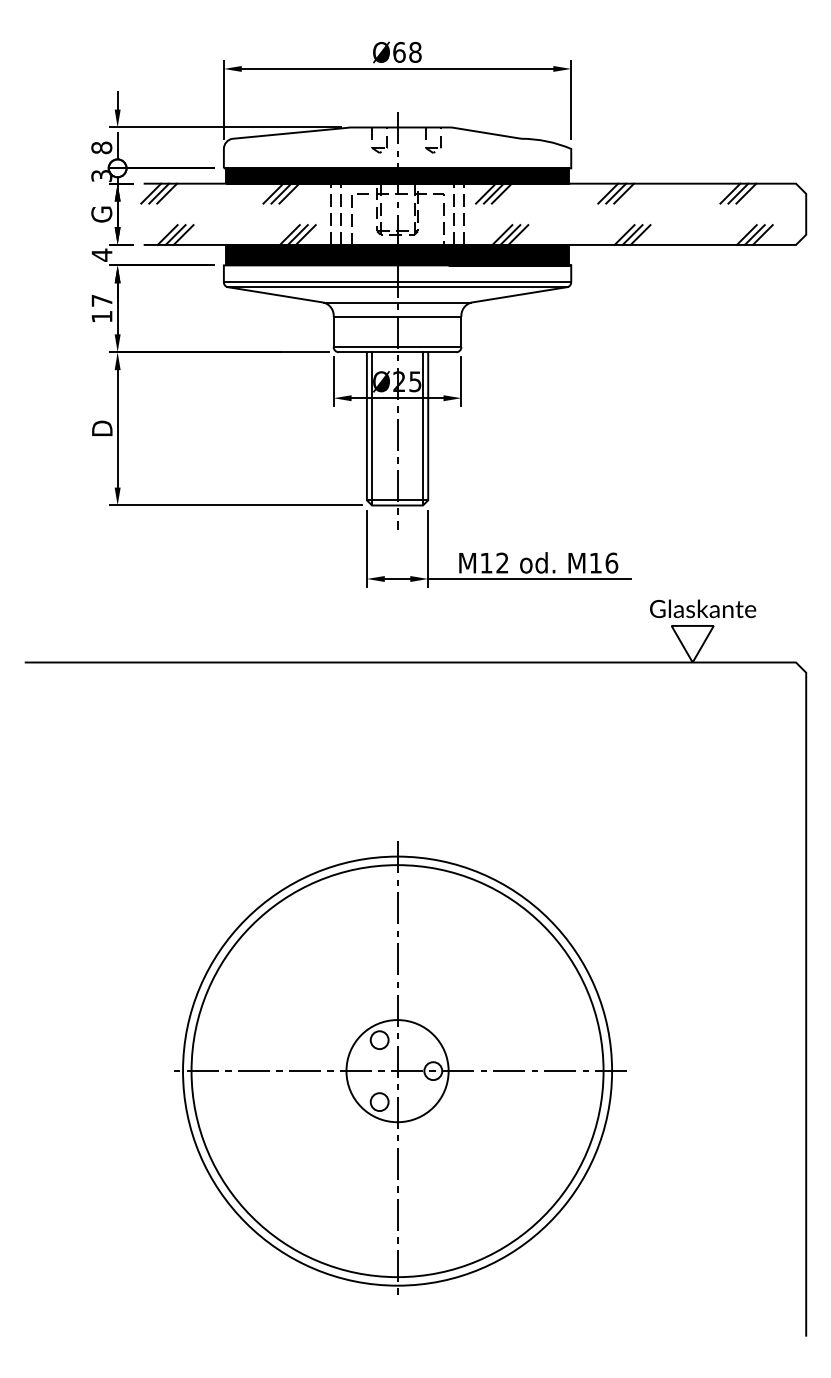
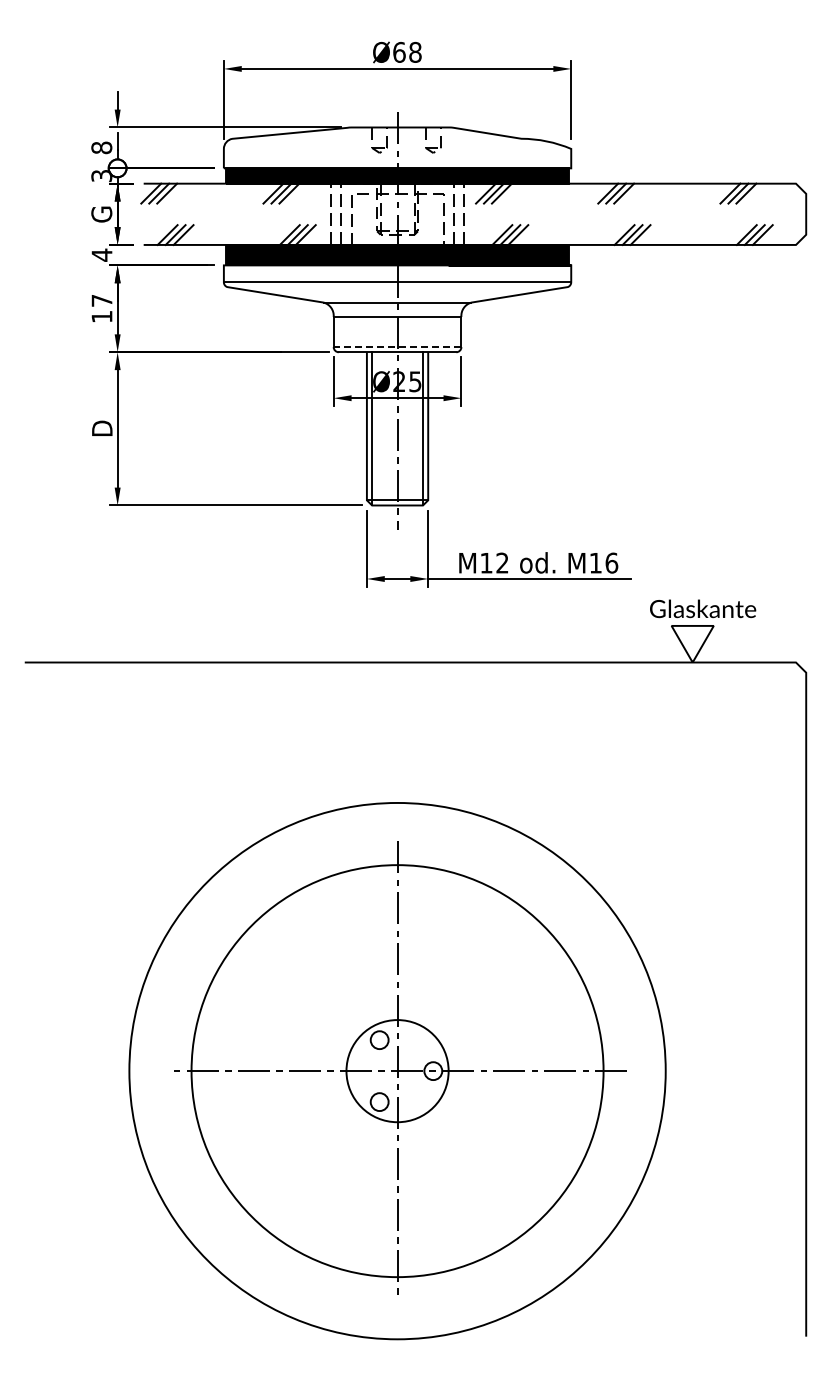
line at (397, 287): present -> none
line at (397, 347): solid -> dashed
circle at (397, 1070) diameter: 429 px -> 536 px
